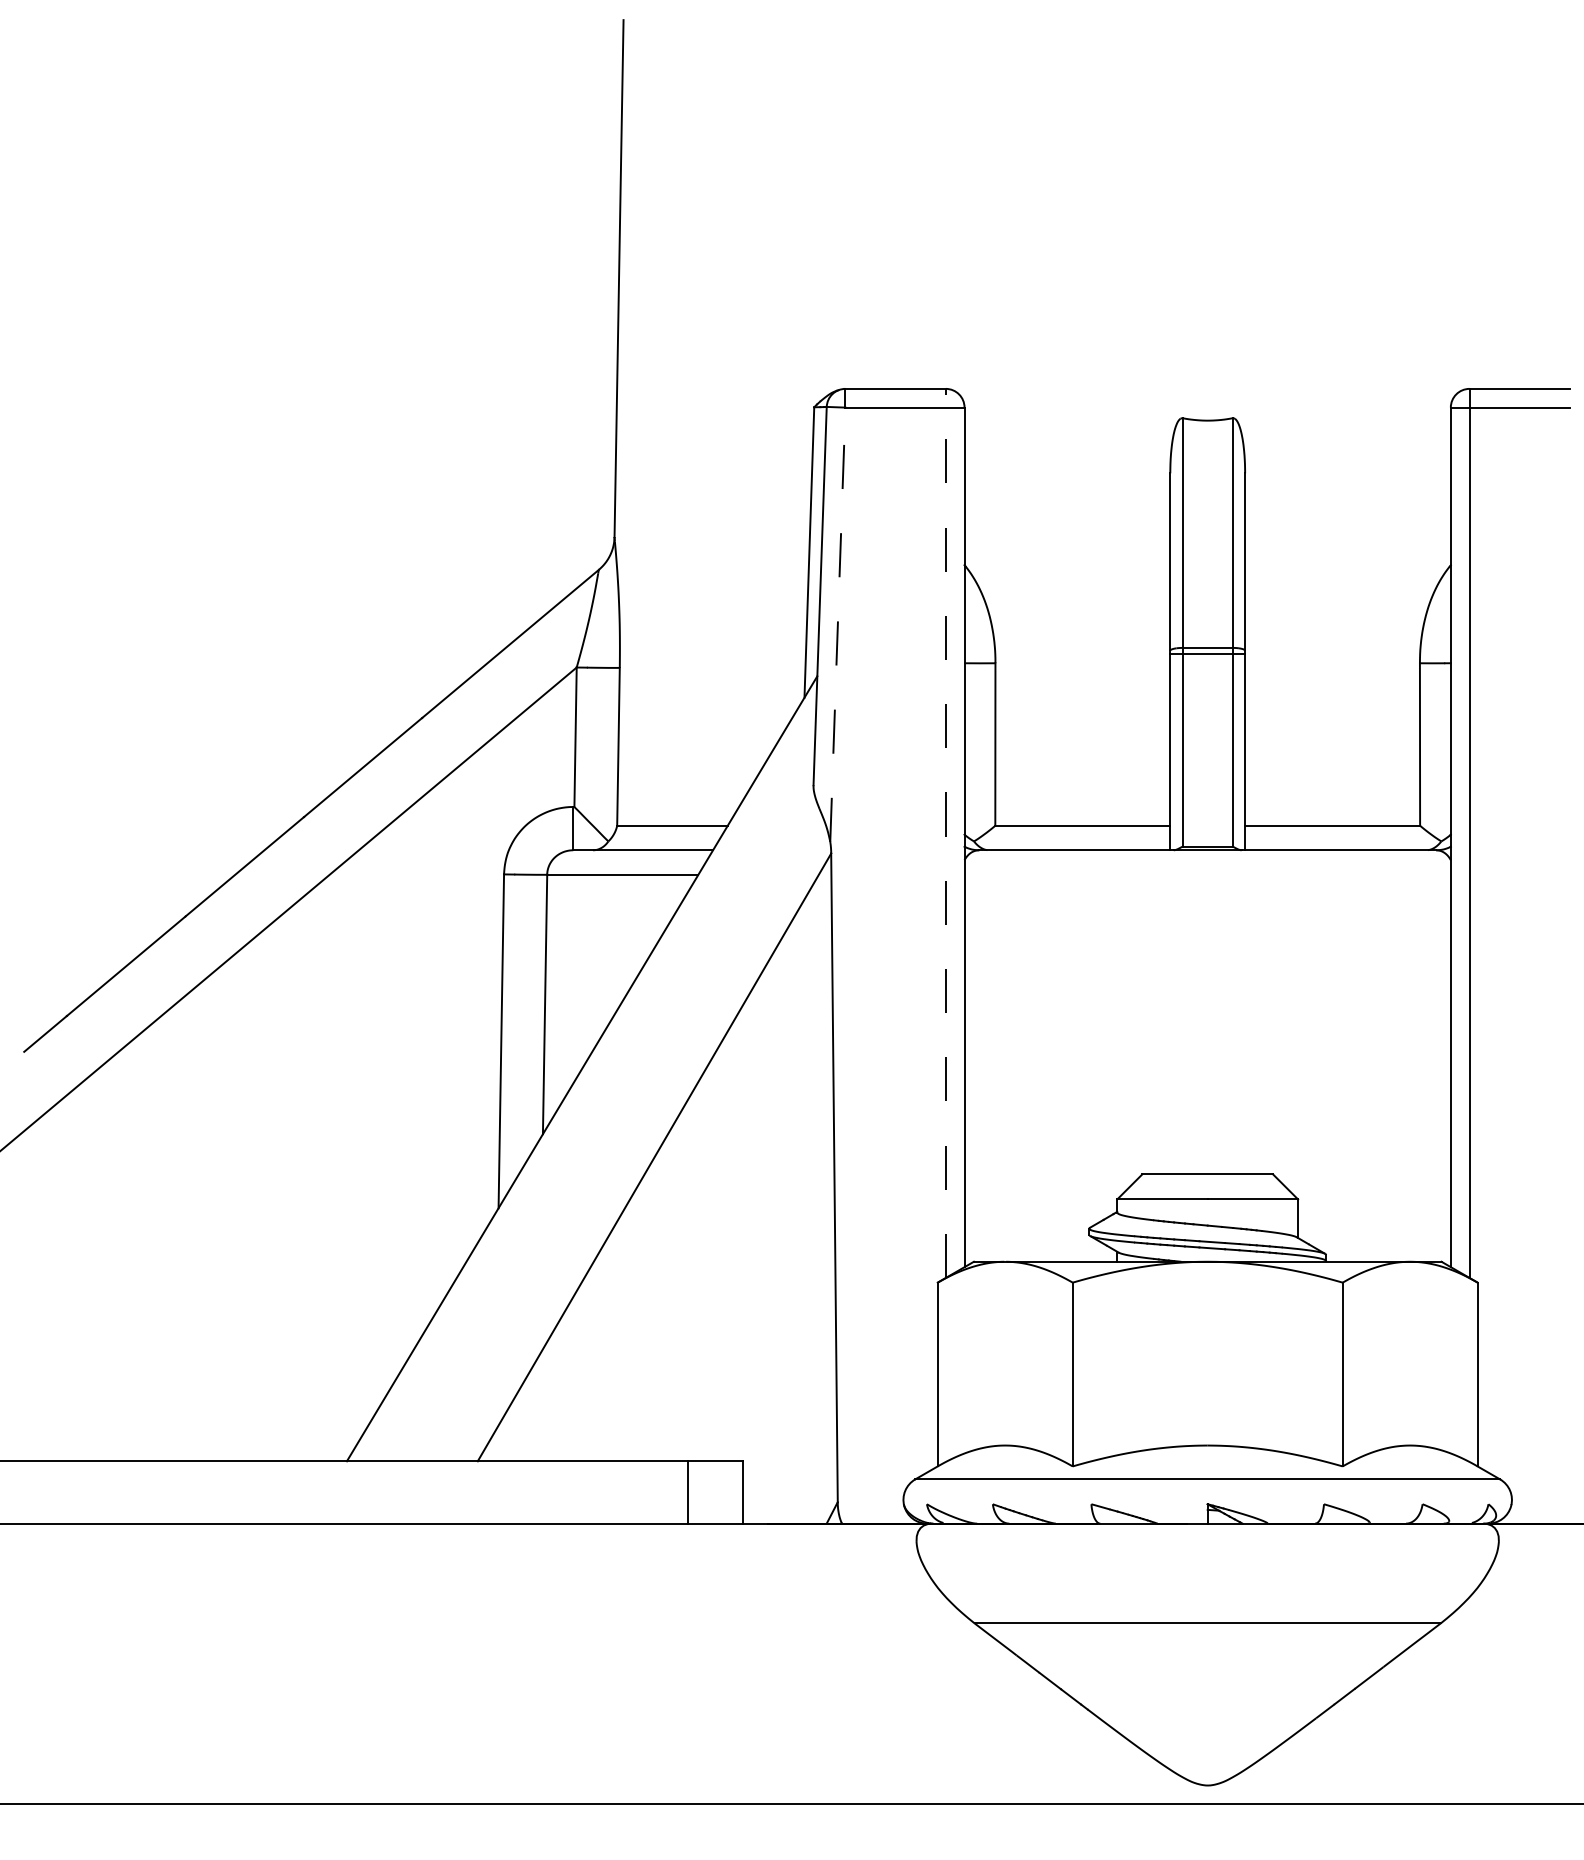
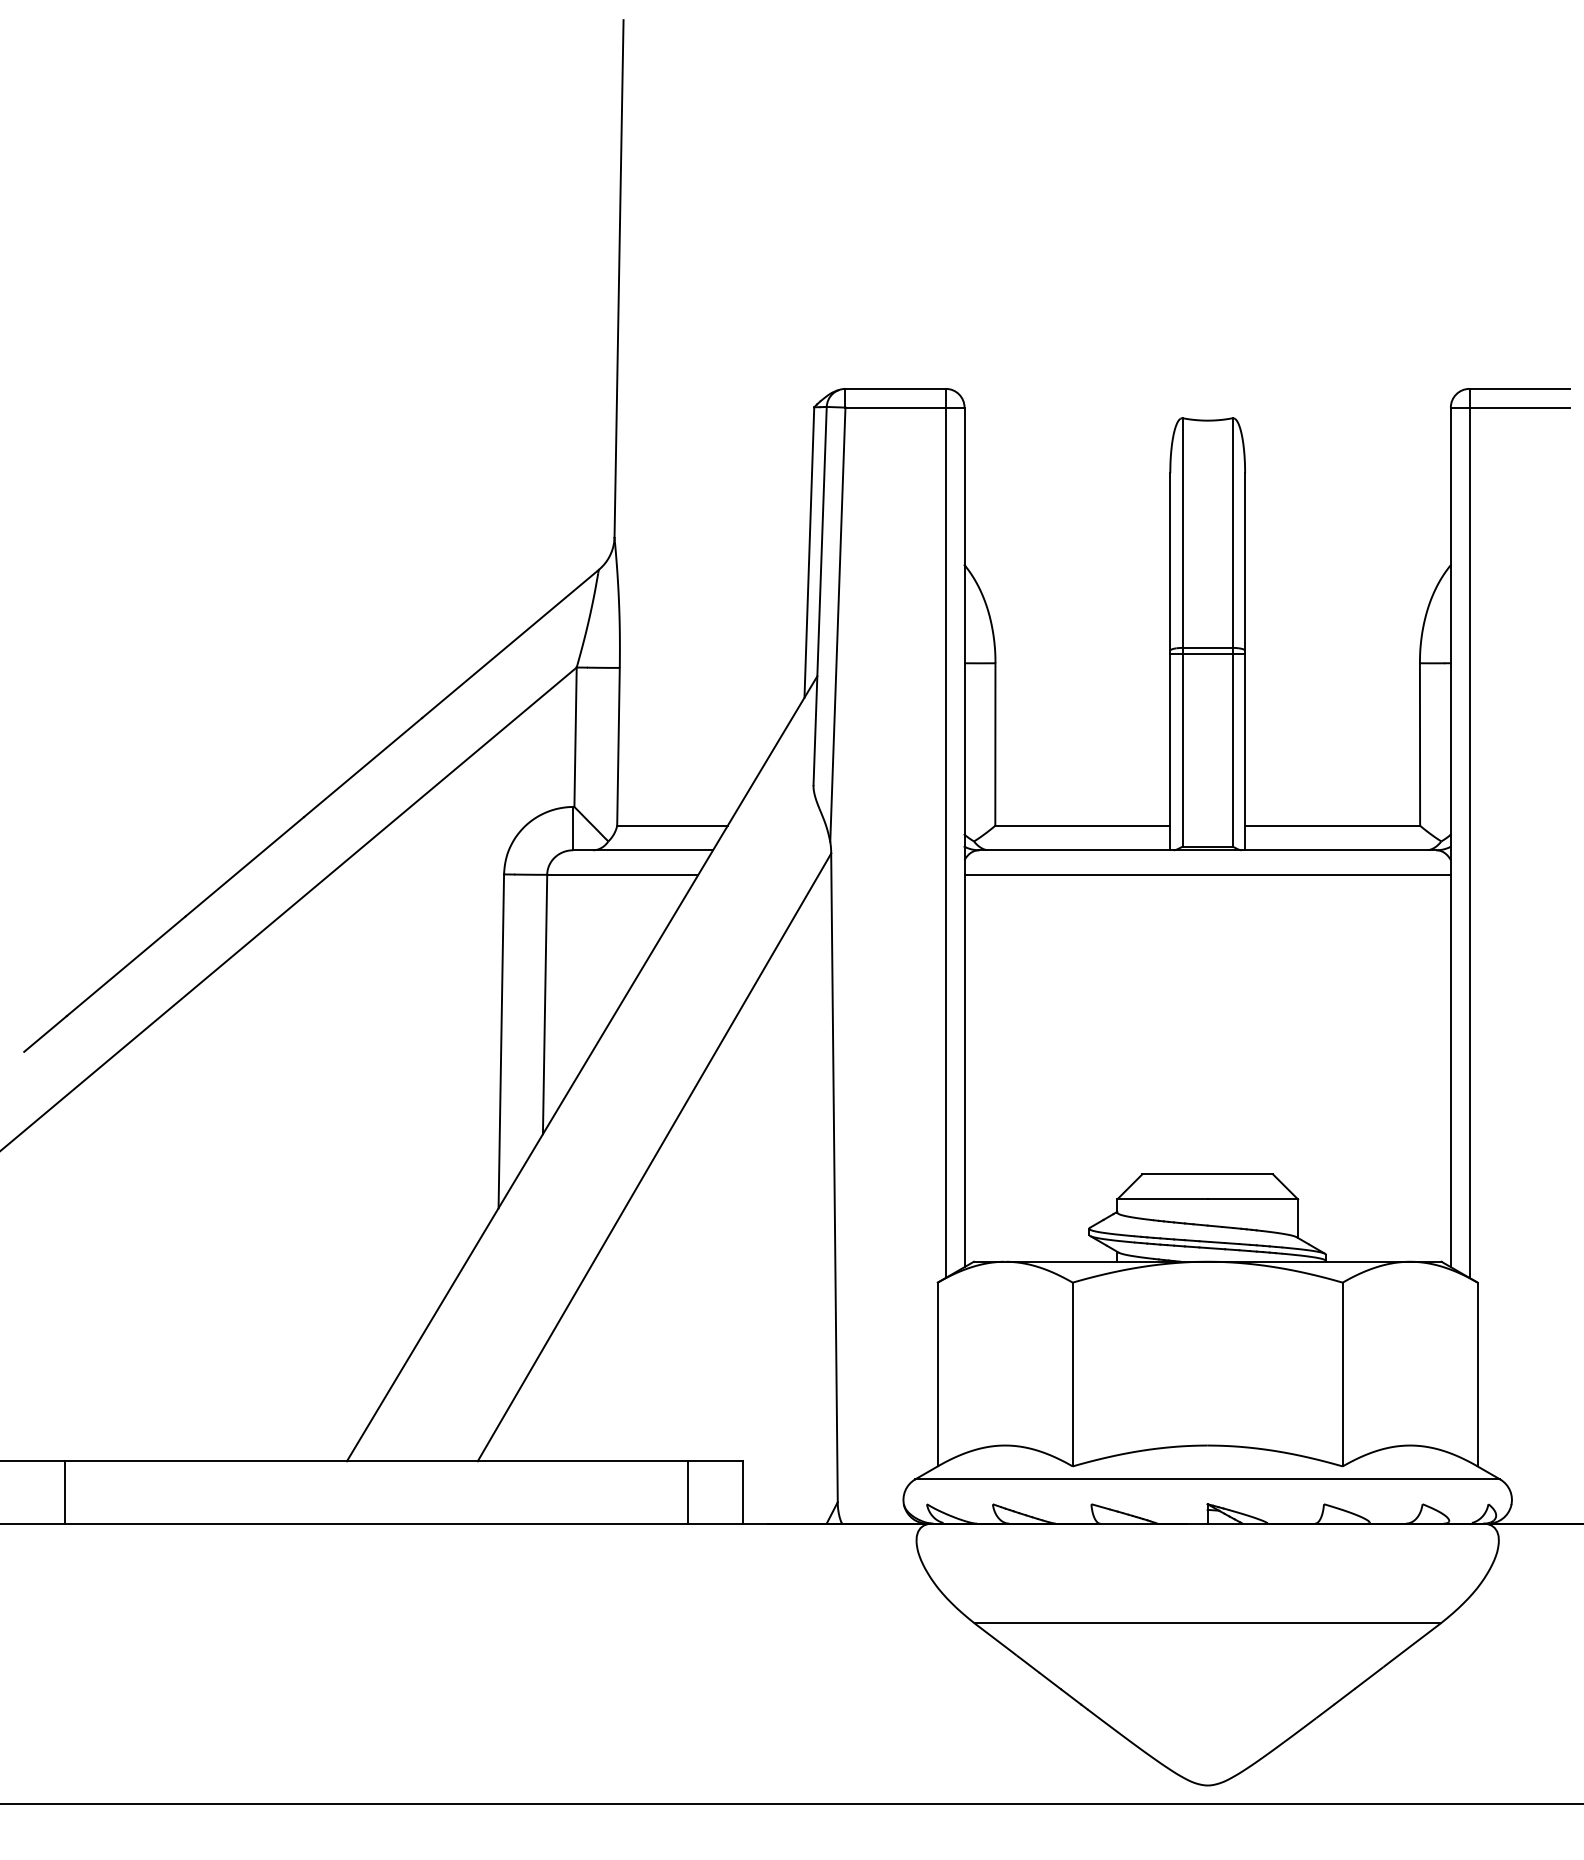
line at (837, 624): dashed -> solid
line at (945, 833): dashed -> solid
line at (1207, 874): none -> present
line at (65, 1492): none -> present
